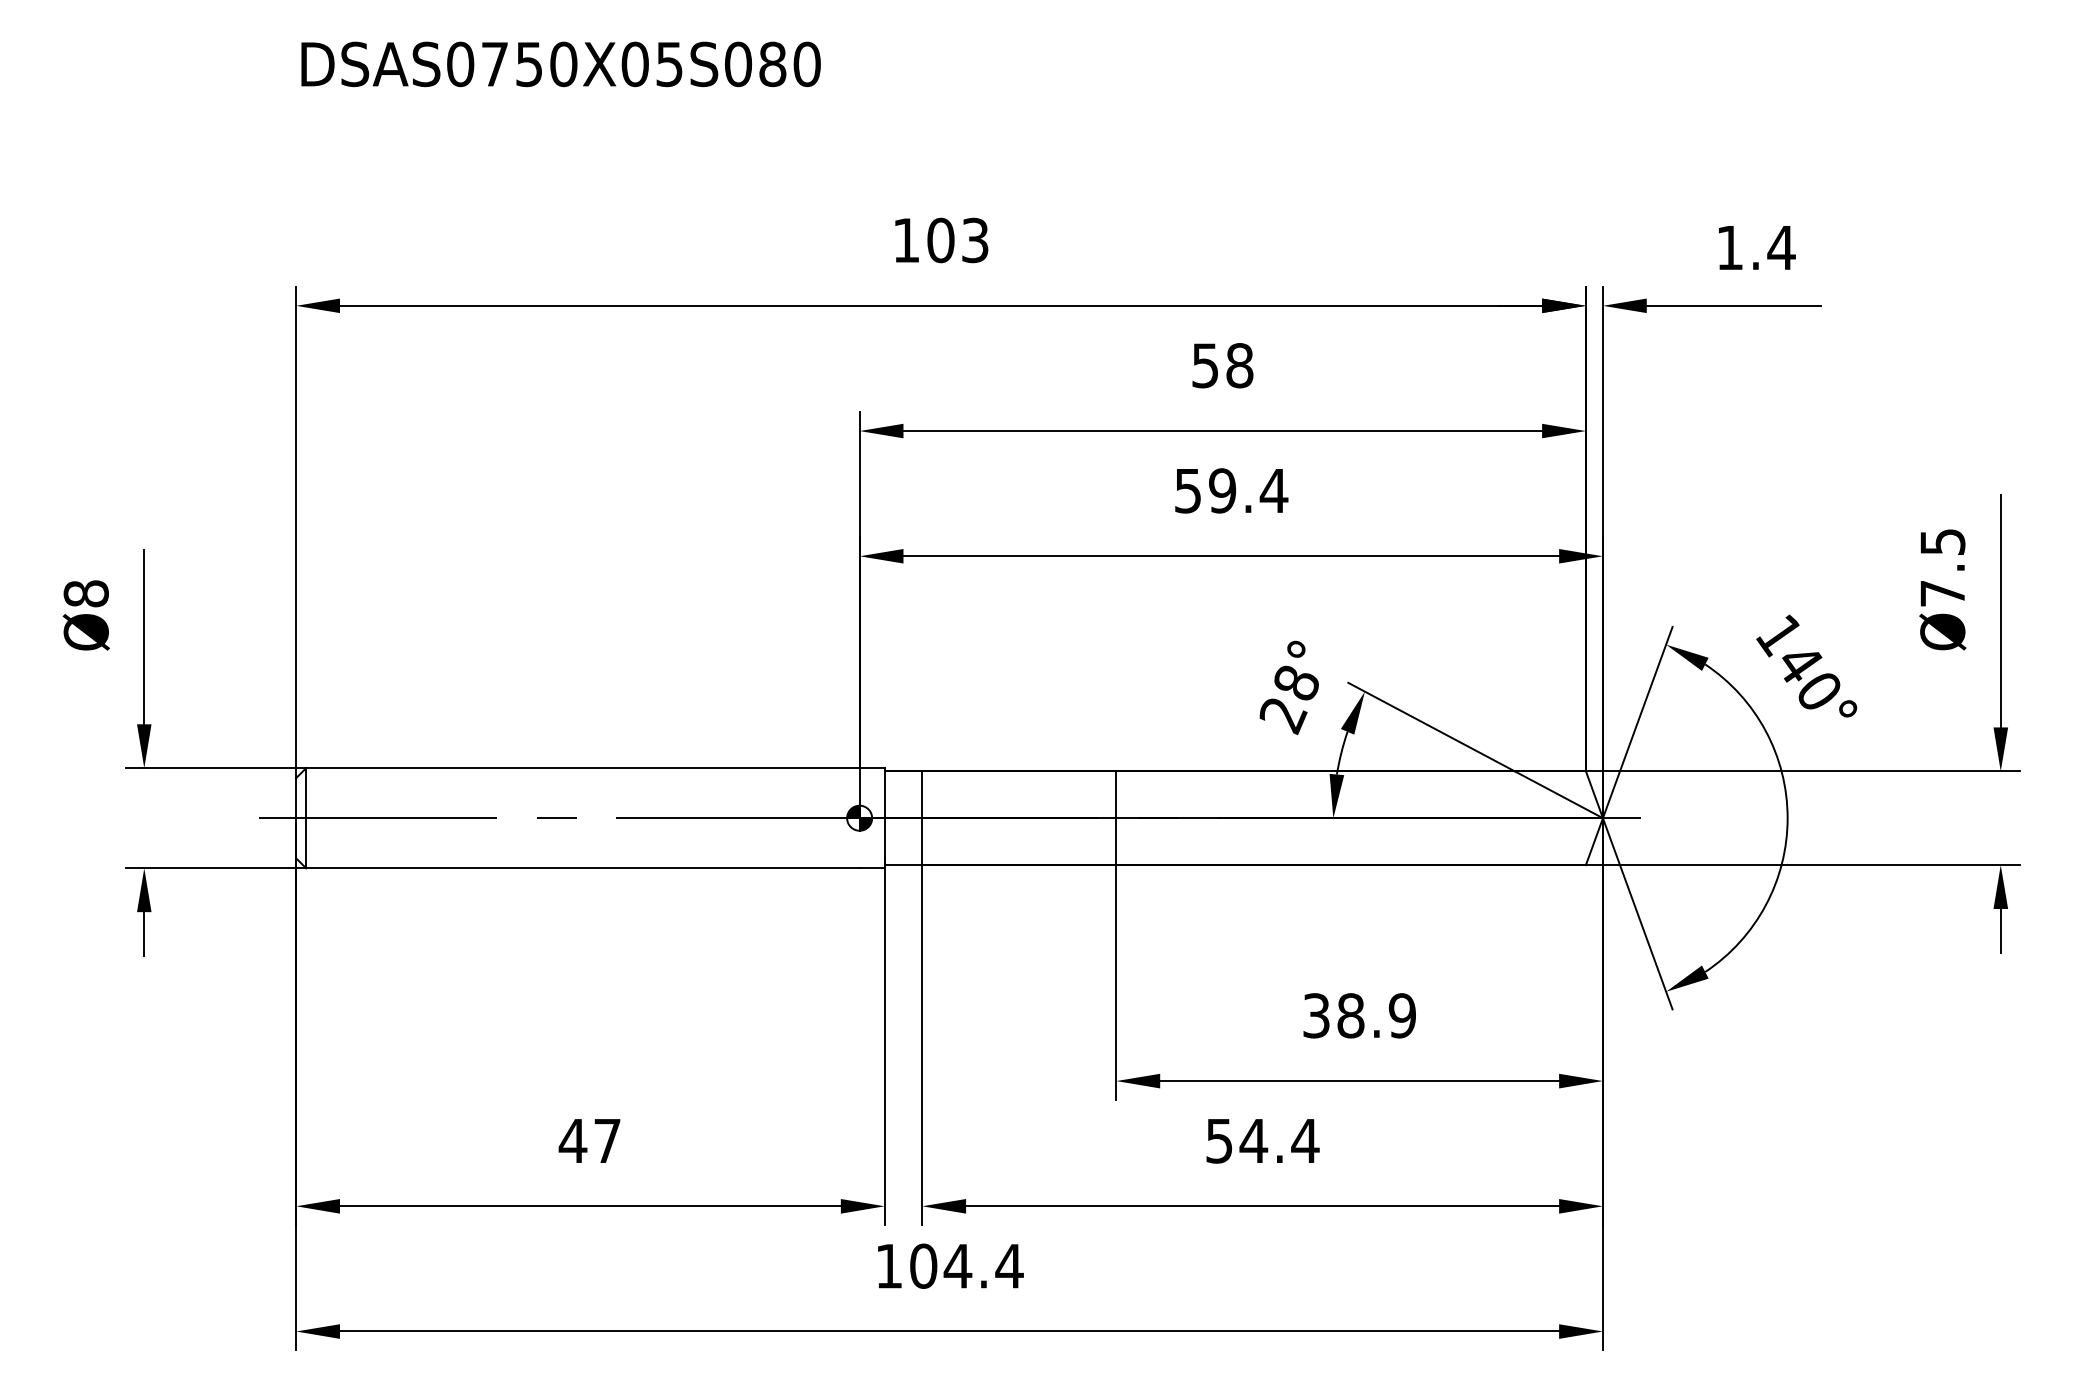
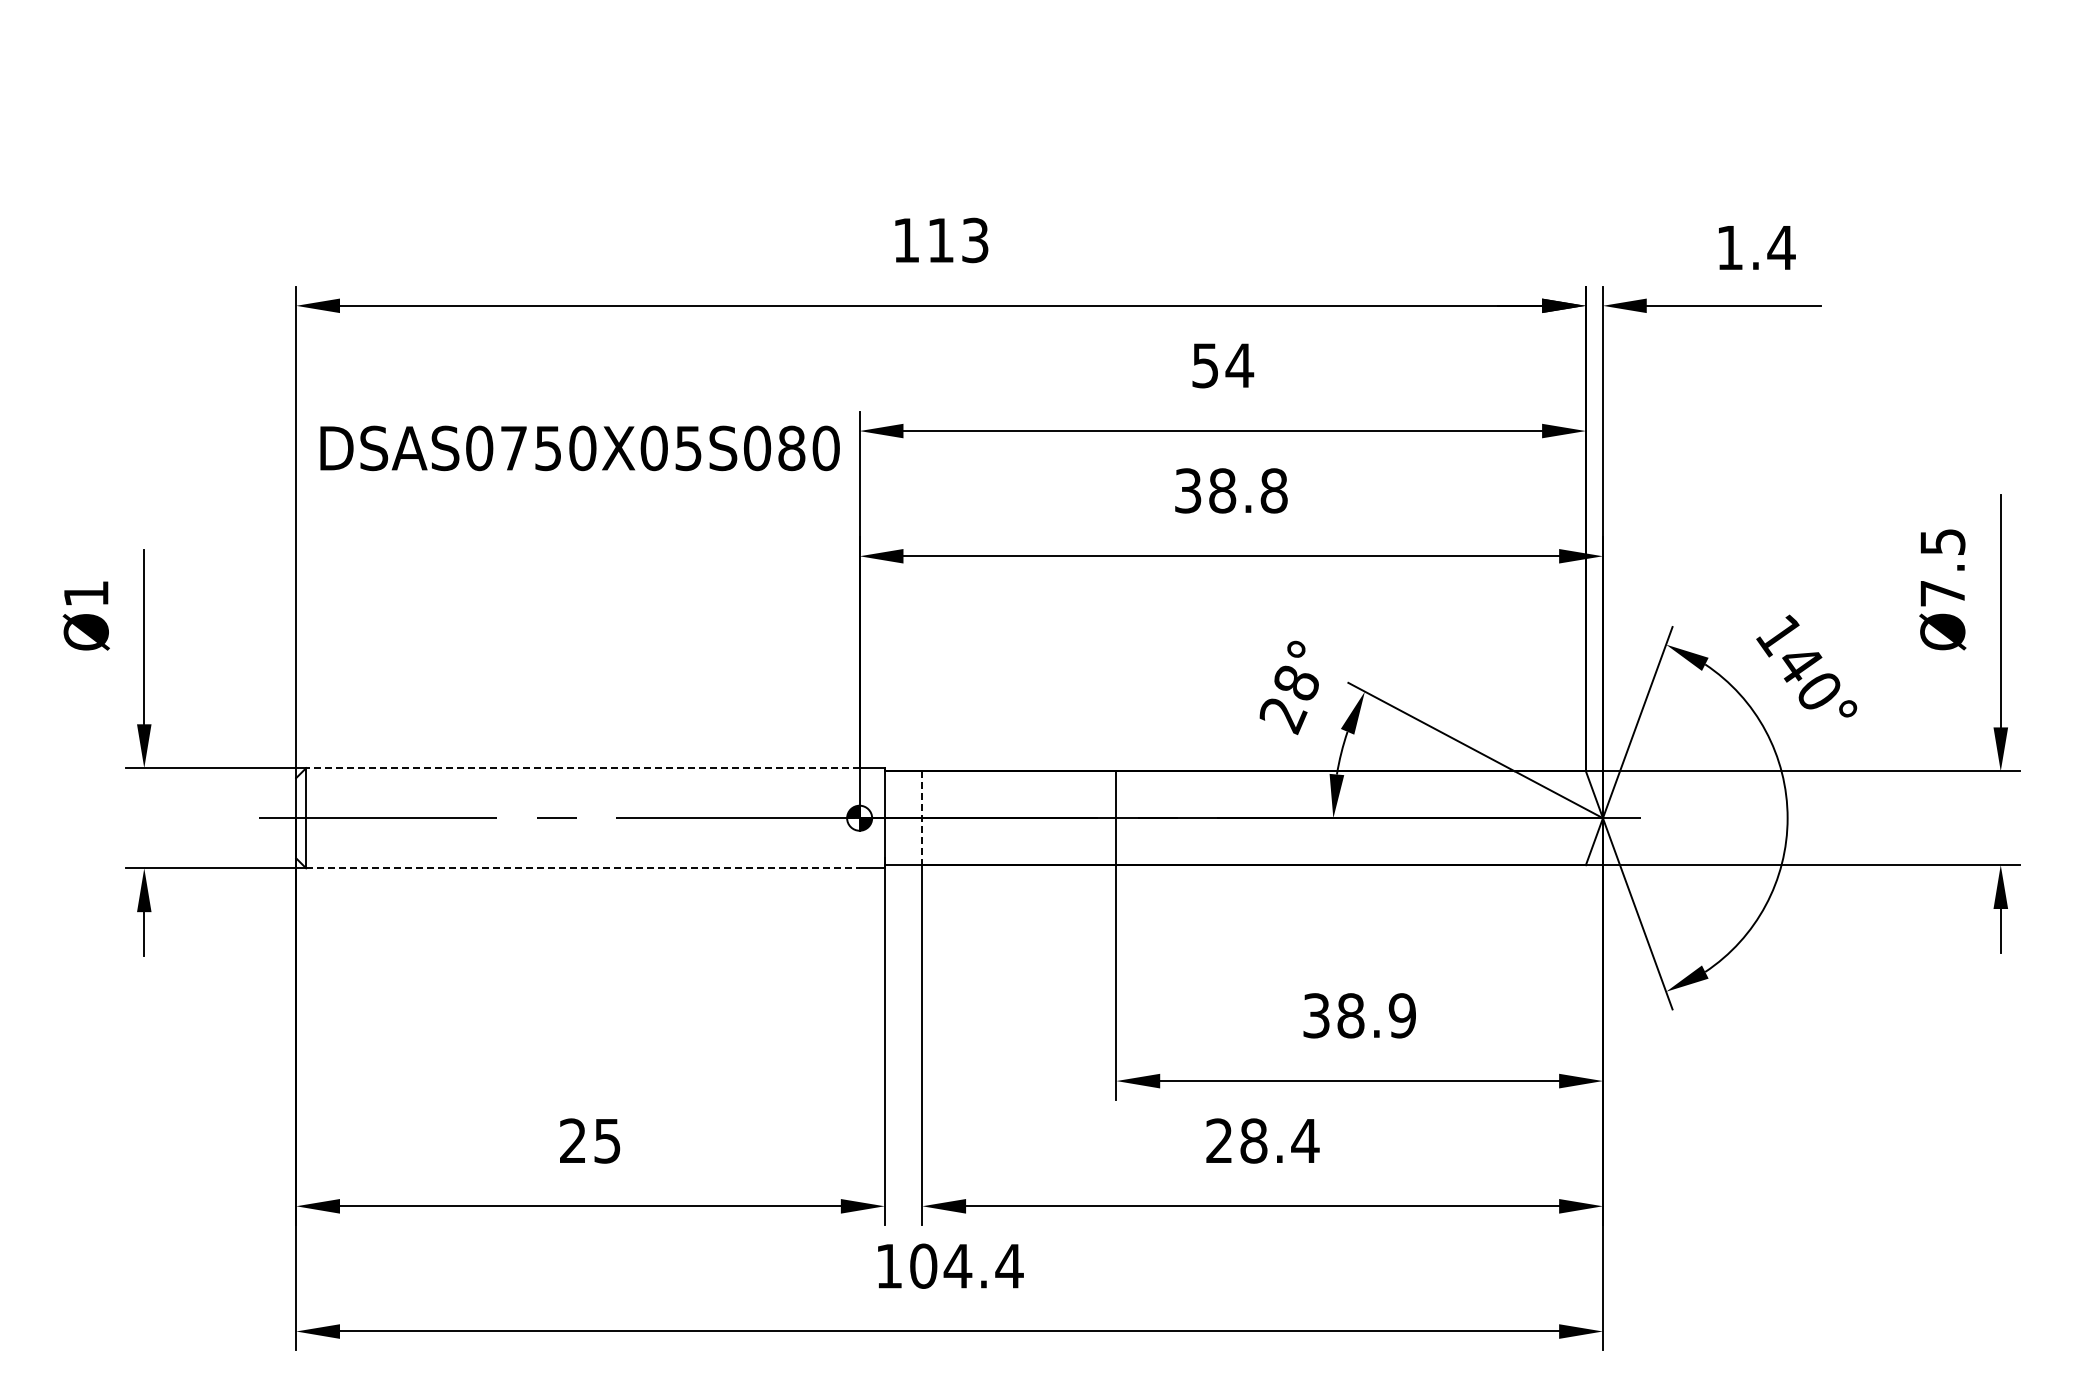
text at (560, 64) position: (560, 64) -> (579, 448)
text at (940, 240): 103 -> 113
text at (1239, 365): 58 -> 54
text at (1231, 490): 59.4 -> 38.8
text at (85, 593): Ø8 -> Ø1
line at (582, 768): solid -> dashed
line at (922, 818): solid -> dashed
line at (582, 868): solid -> dashed
text at (589, 1140): 47 -> 25
text at (1237, 1140): 54.4 -> 28.4
